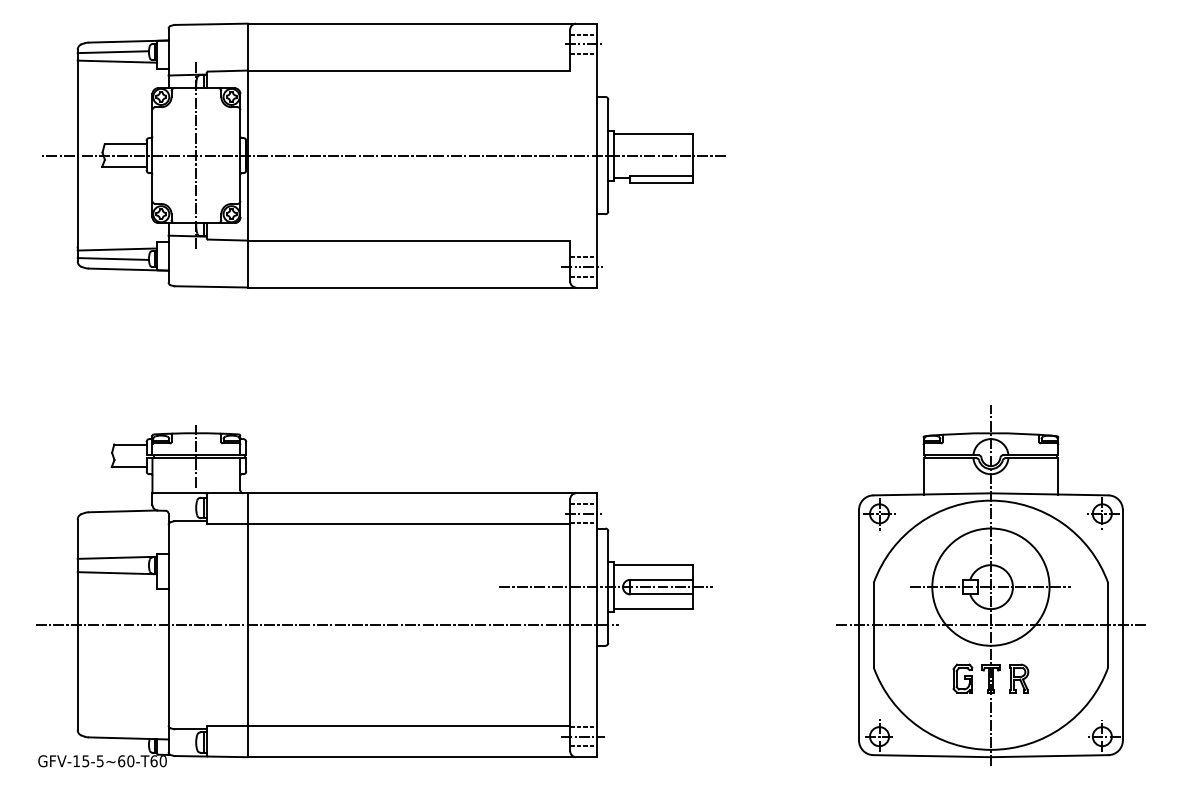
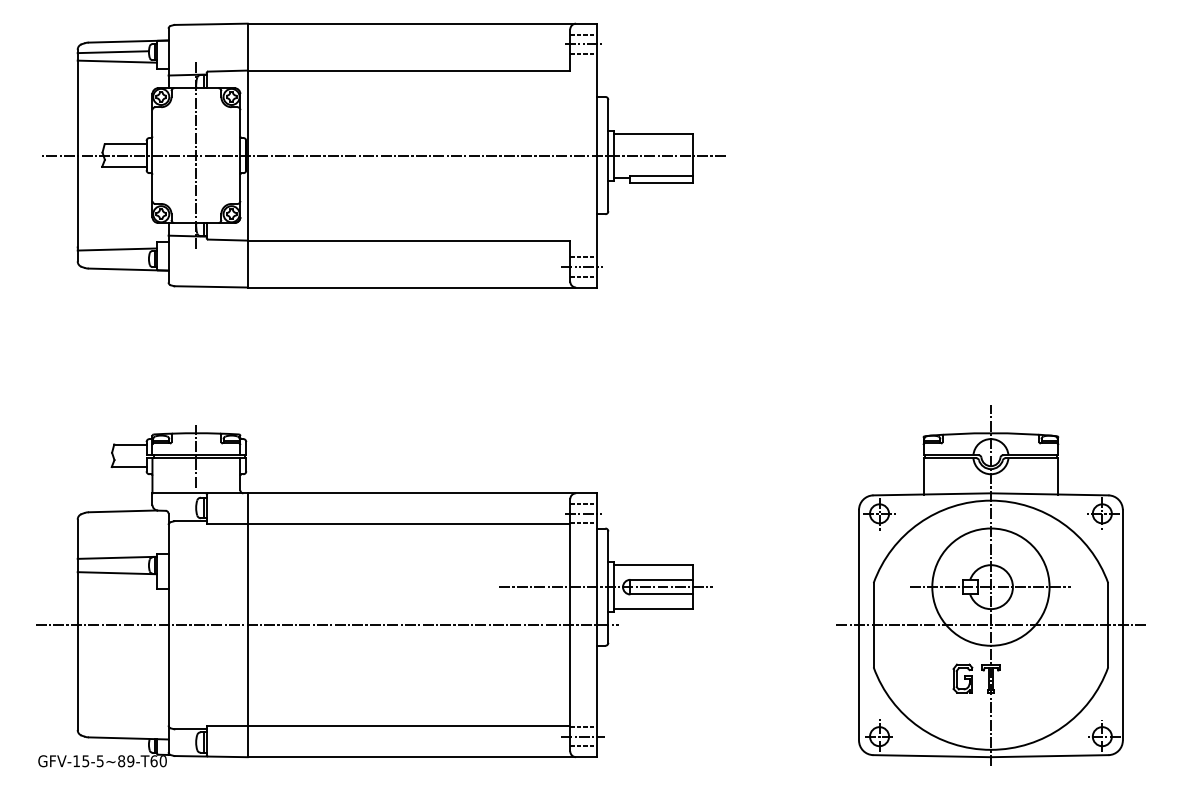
line at (112, 258): present -> none
part at (1019, 678): present -> none
text at (126, 761): GFV-15-5~60-T60 -> GFV-15-5~89-T60
